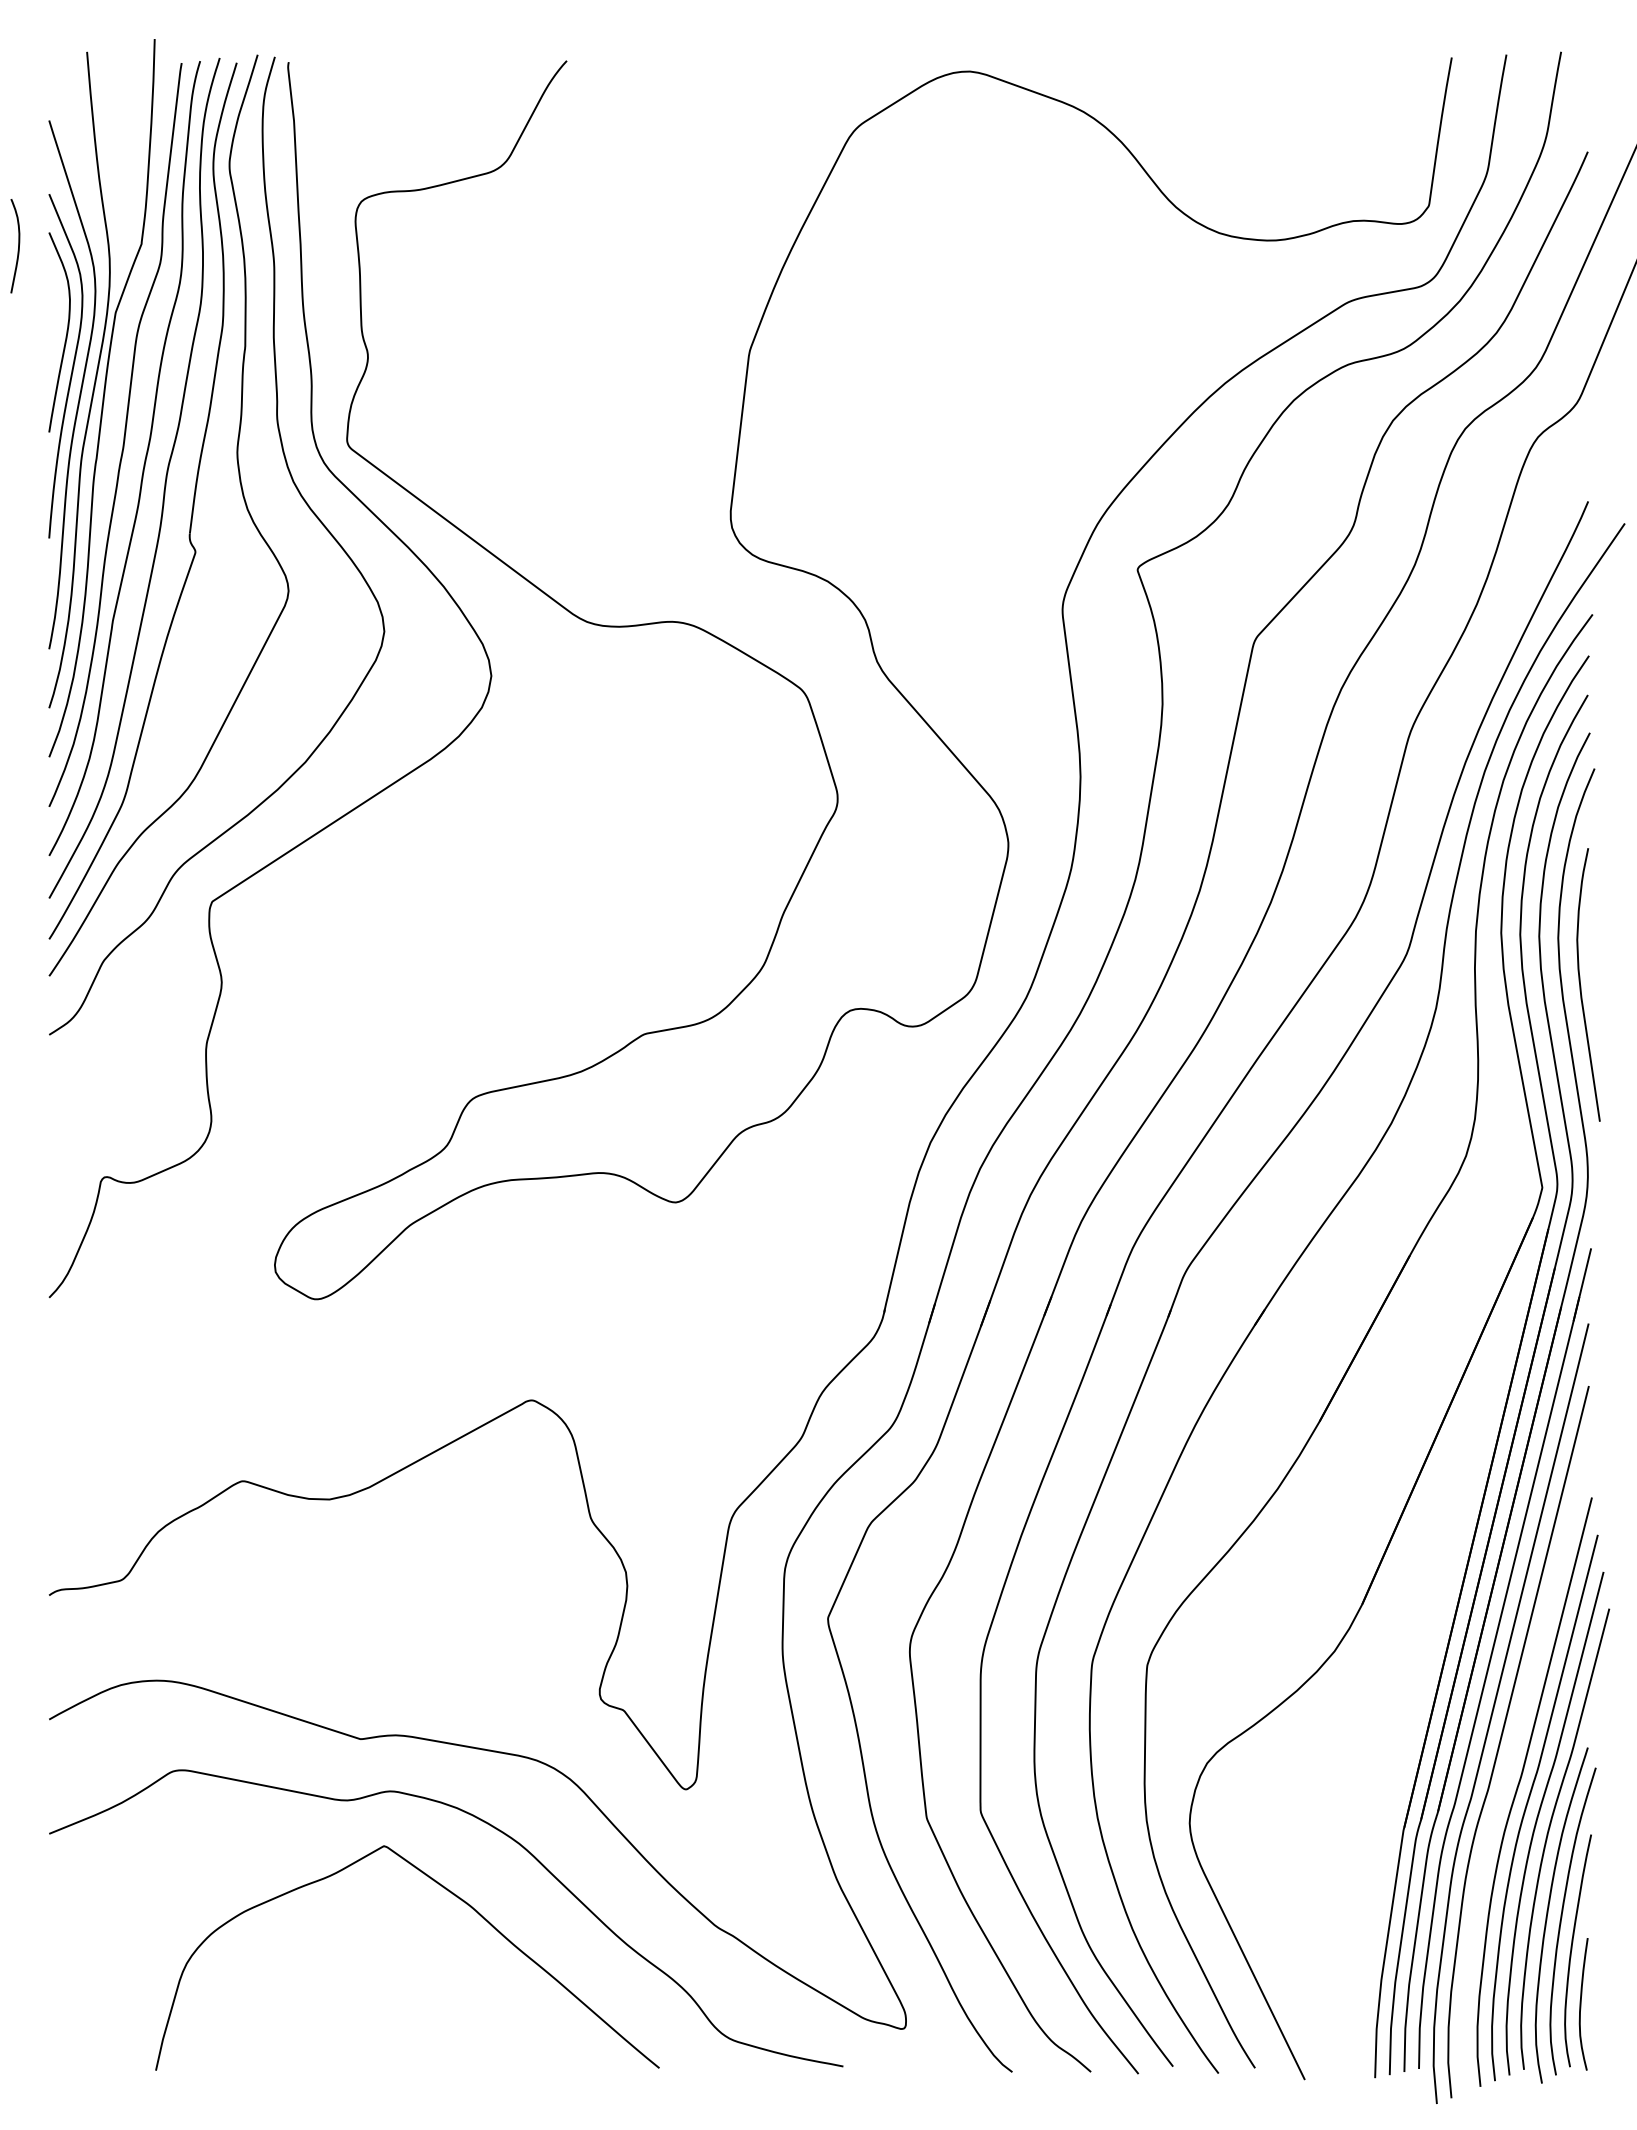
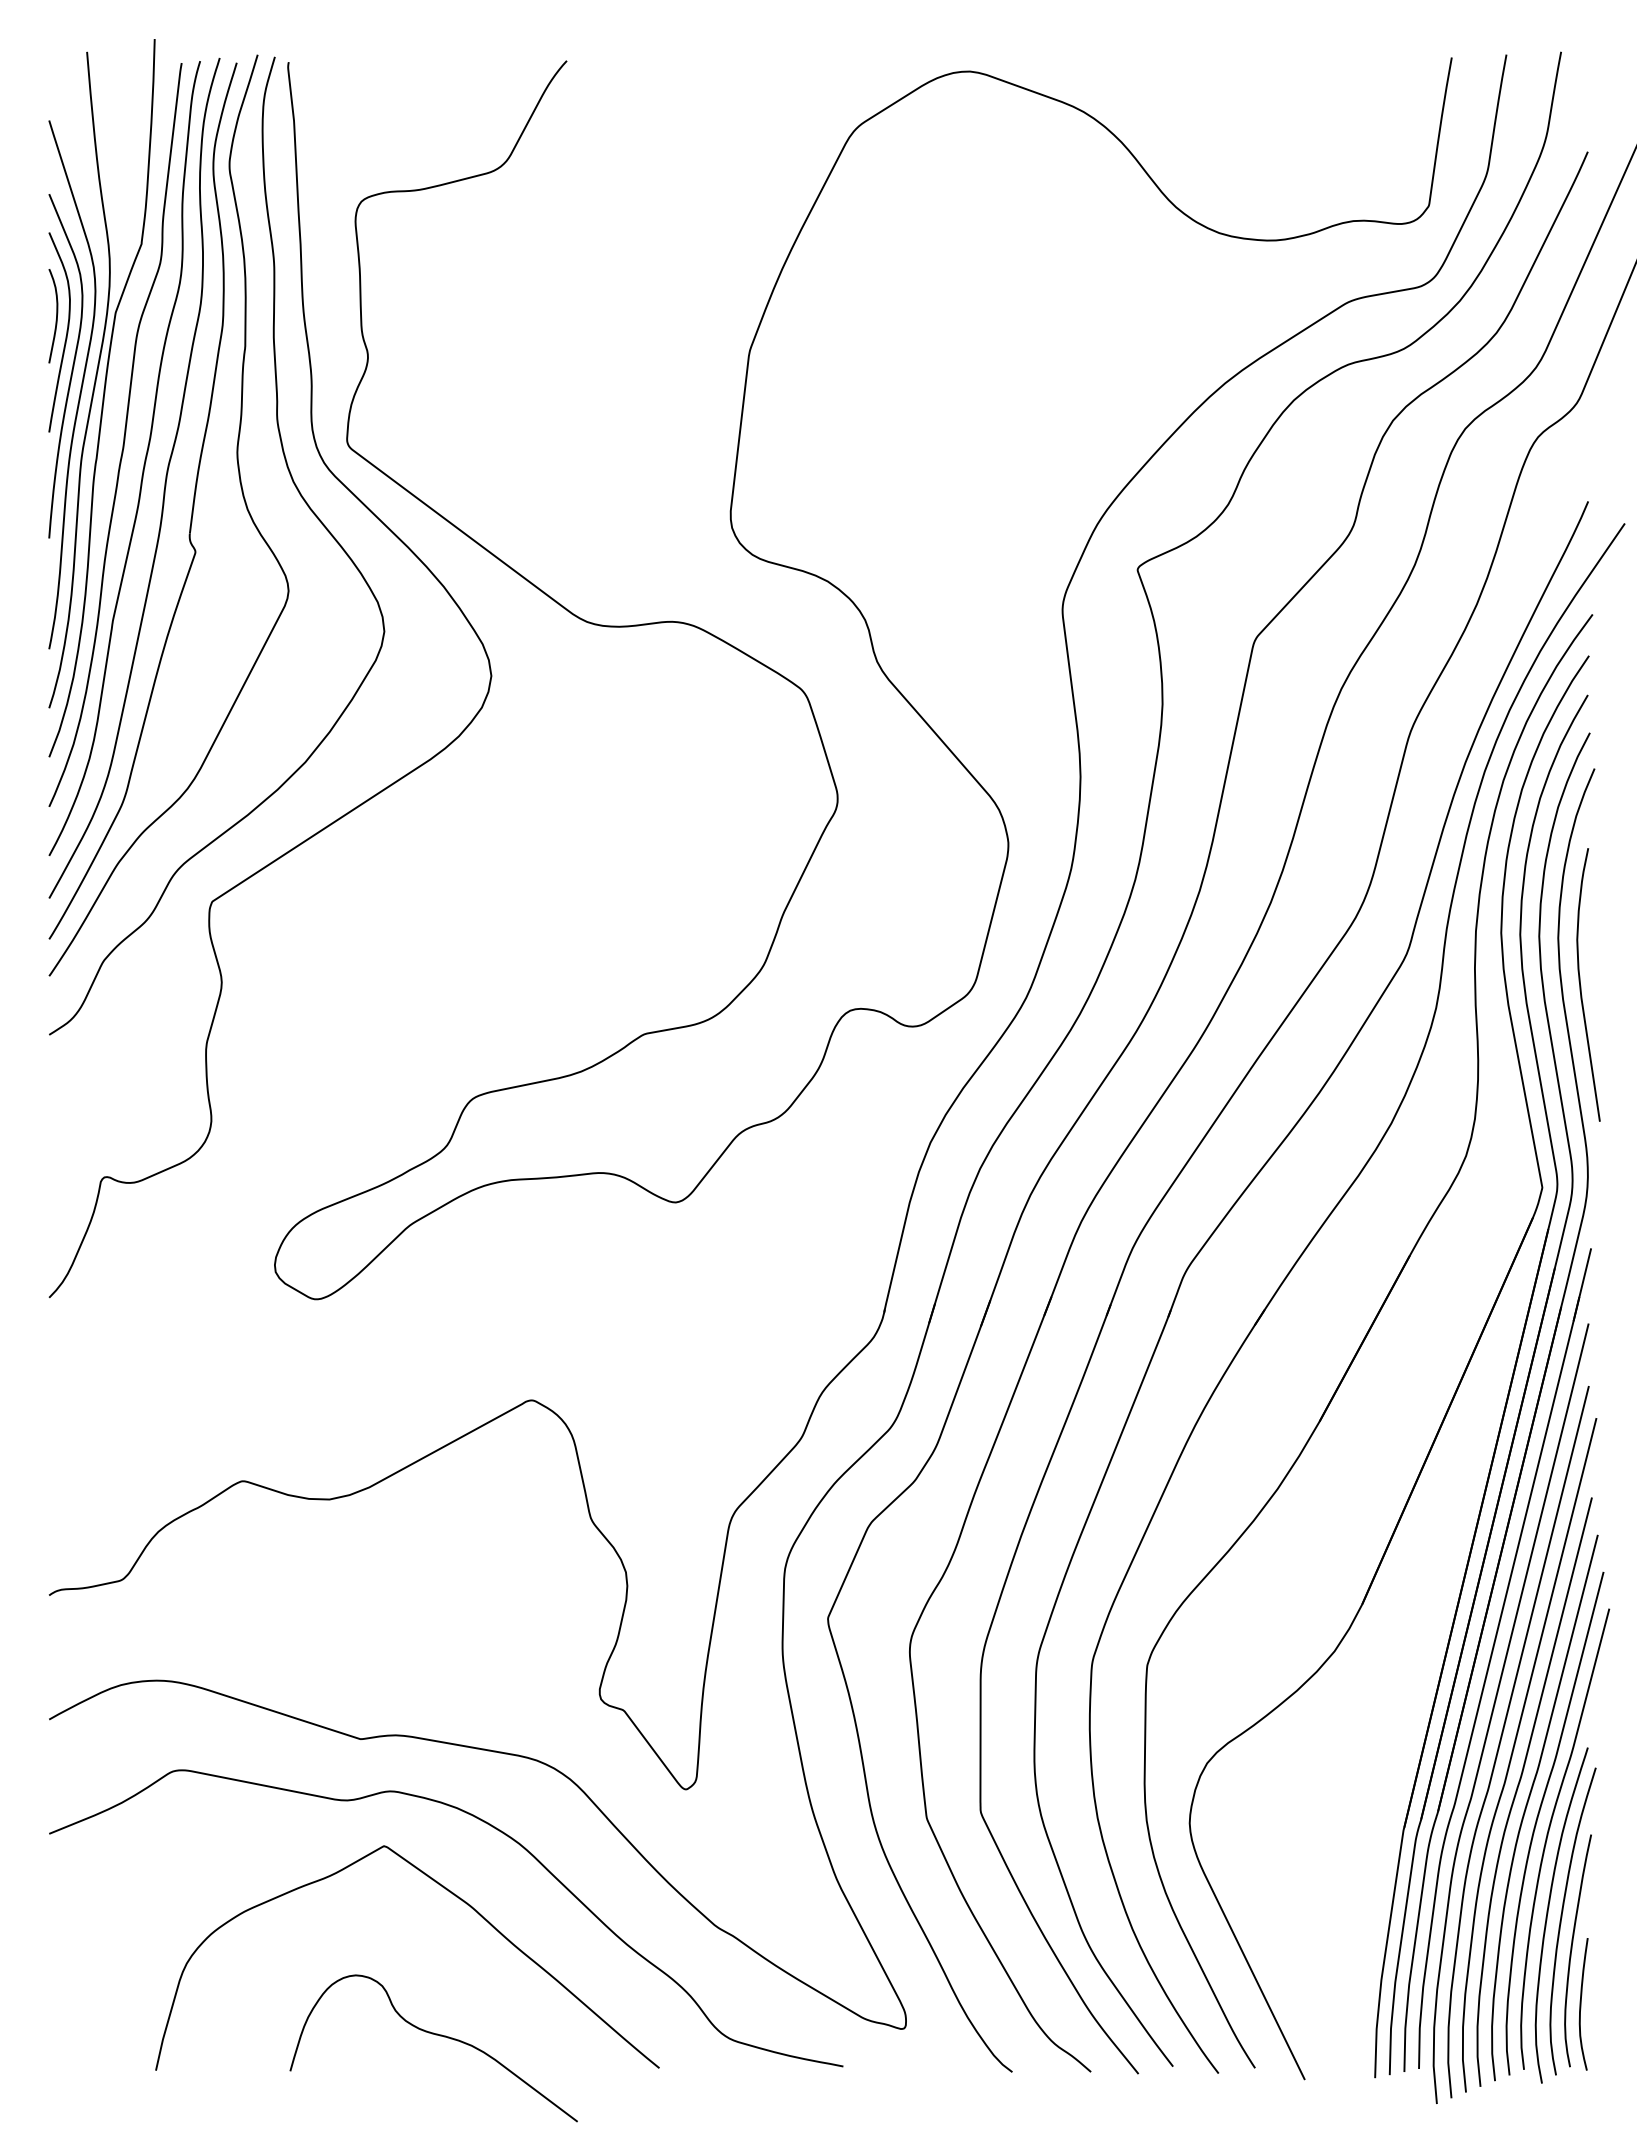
curve at (18, 246) position: (18, 246) -> (56, 316)
curve at (1513, 1753): none -> present
curve at (435, 2035): none -> present
